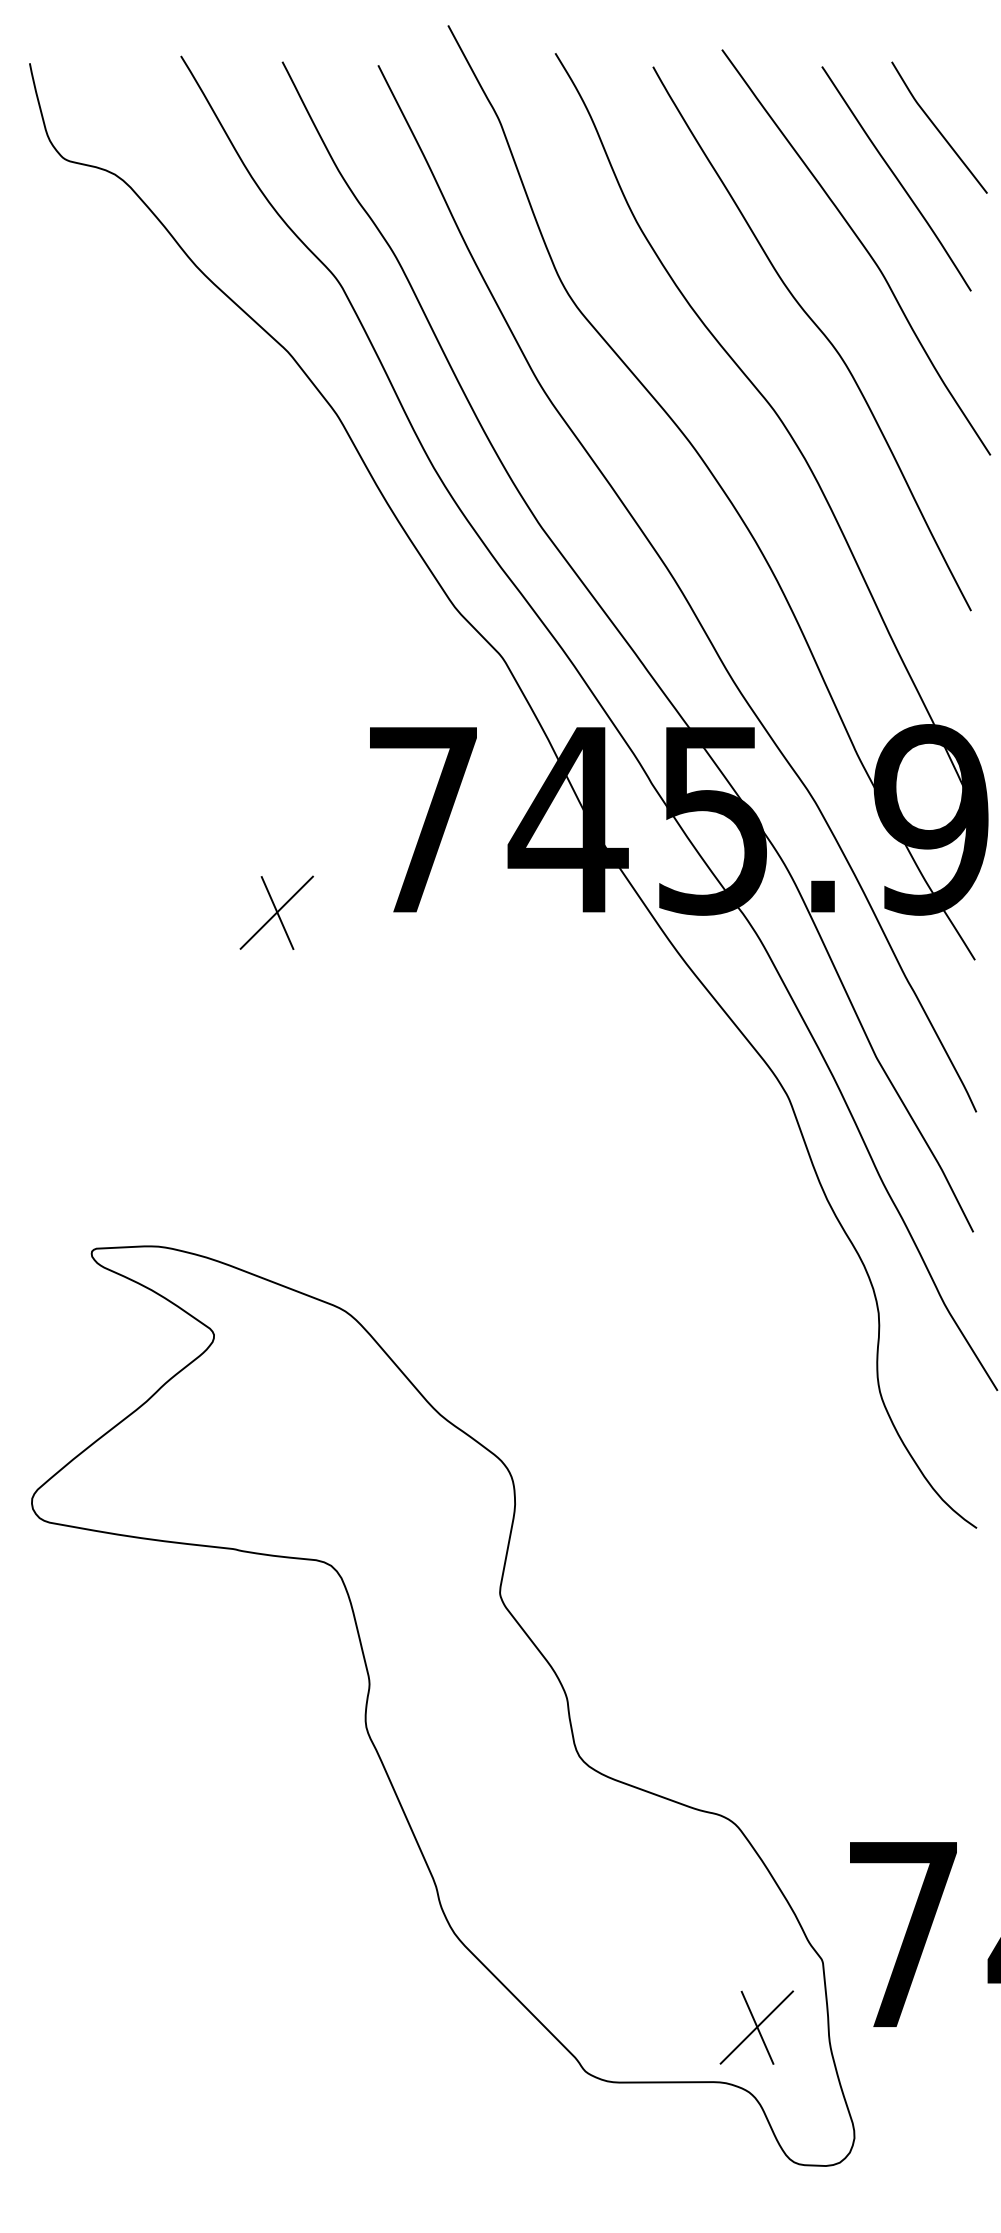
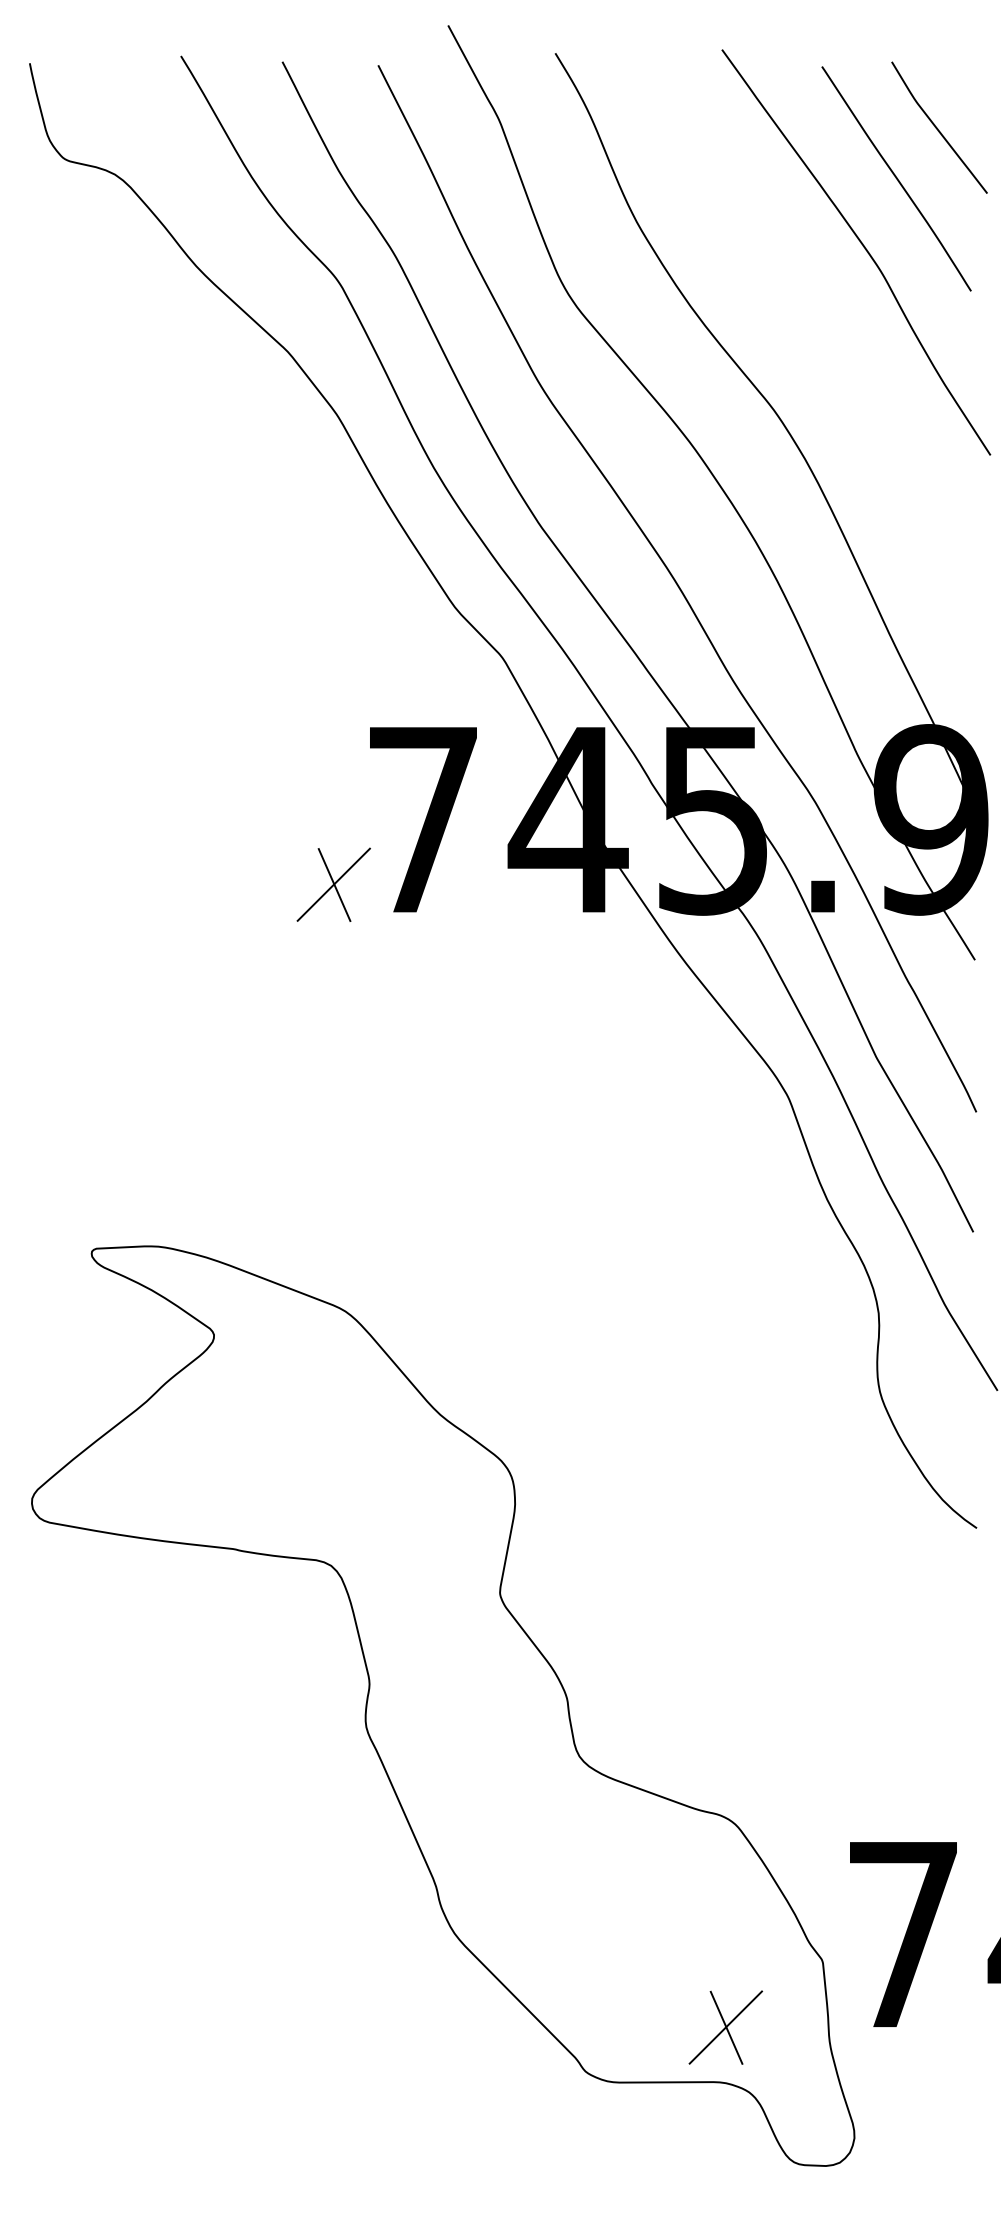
curve at (821, 333): present -> none
part at (276, 912) position: (276, 912) -> (333, 884)
part at (756, 2027) position: (756, 2027) -> (725, 2027)
